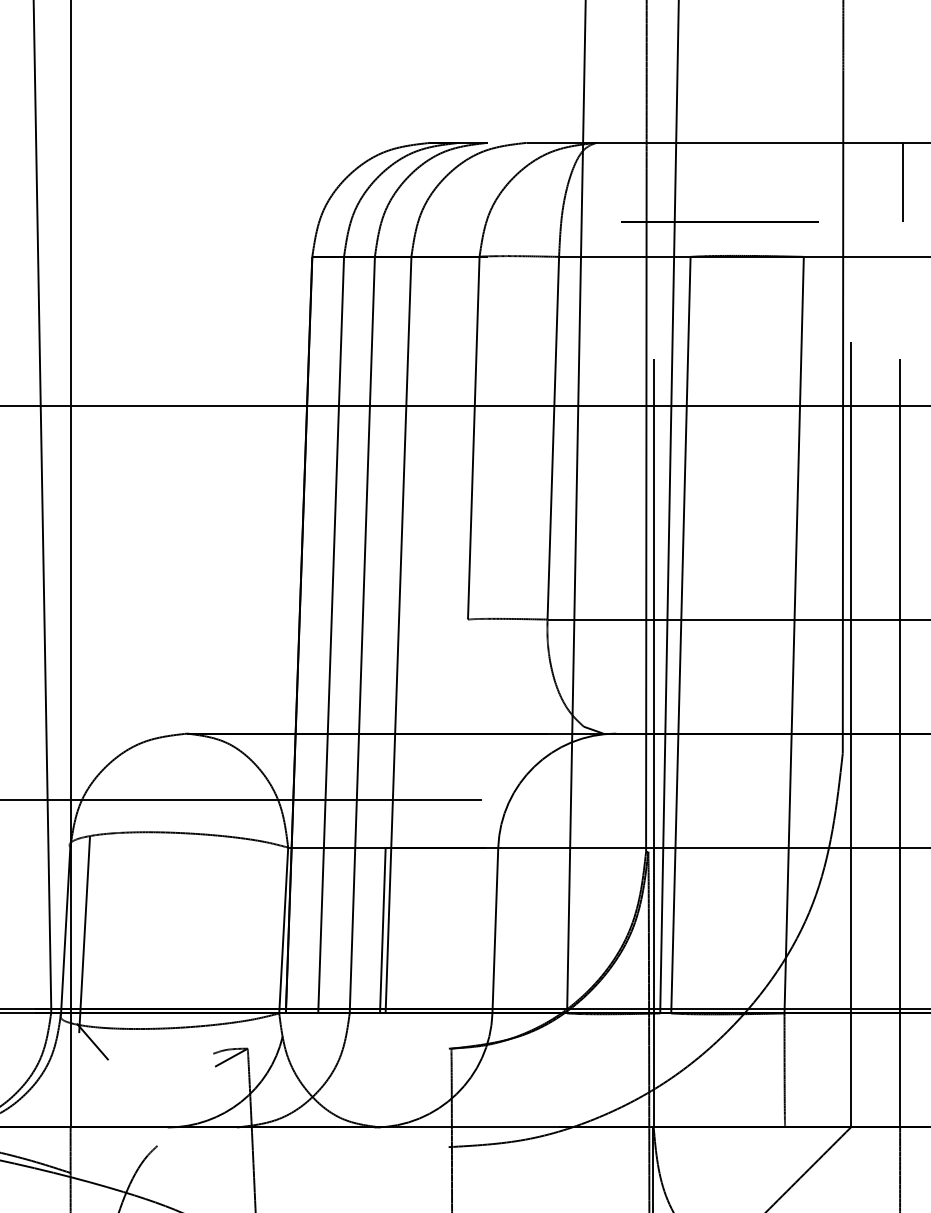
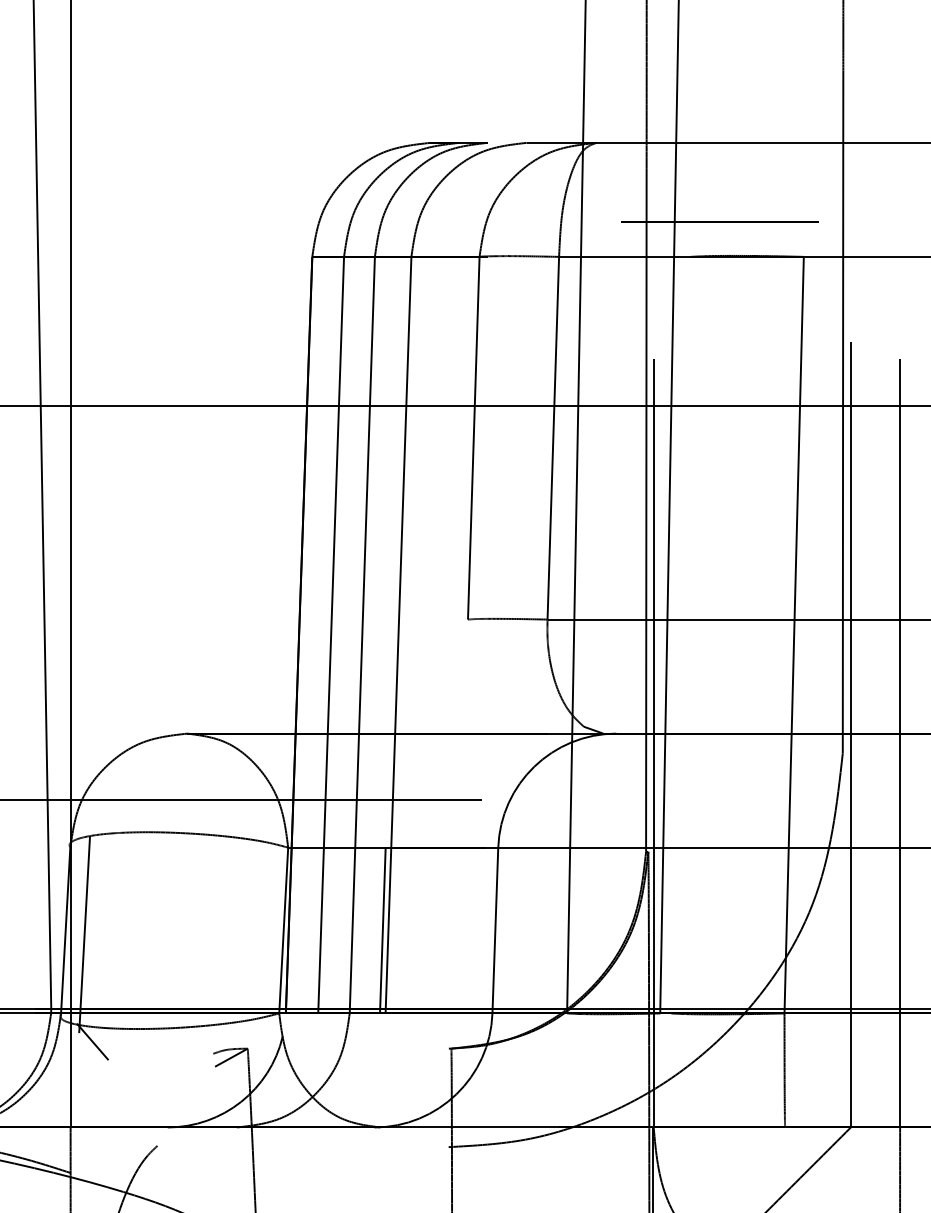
line at (903, 181): present -> none
line at (680, 634): present -> none
